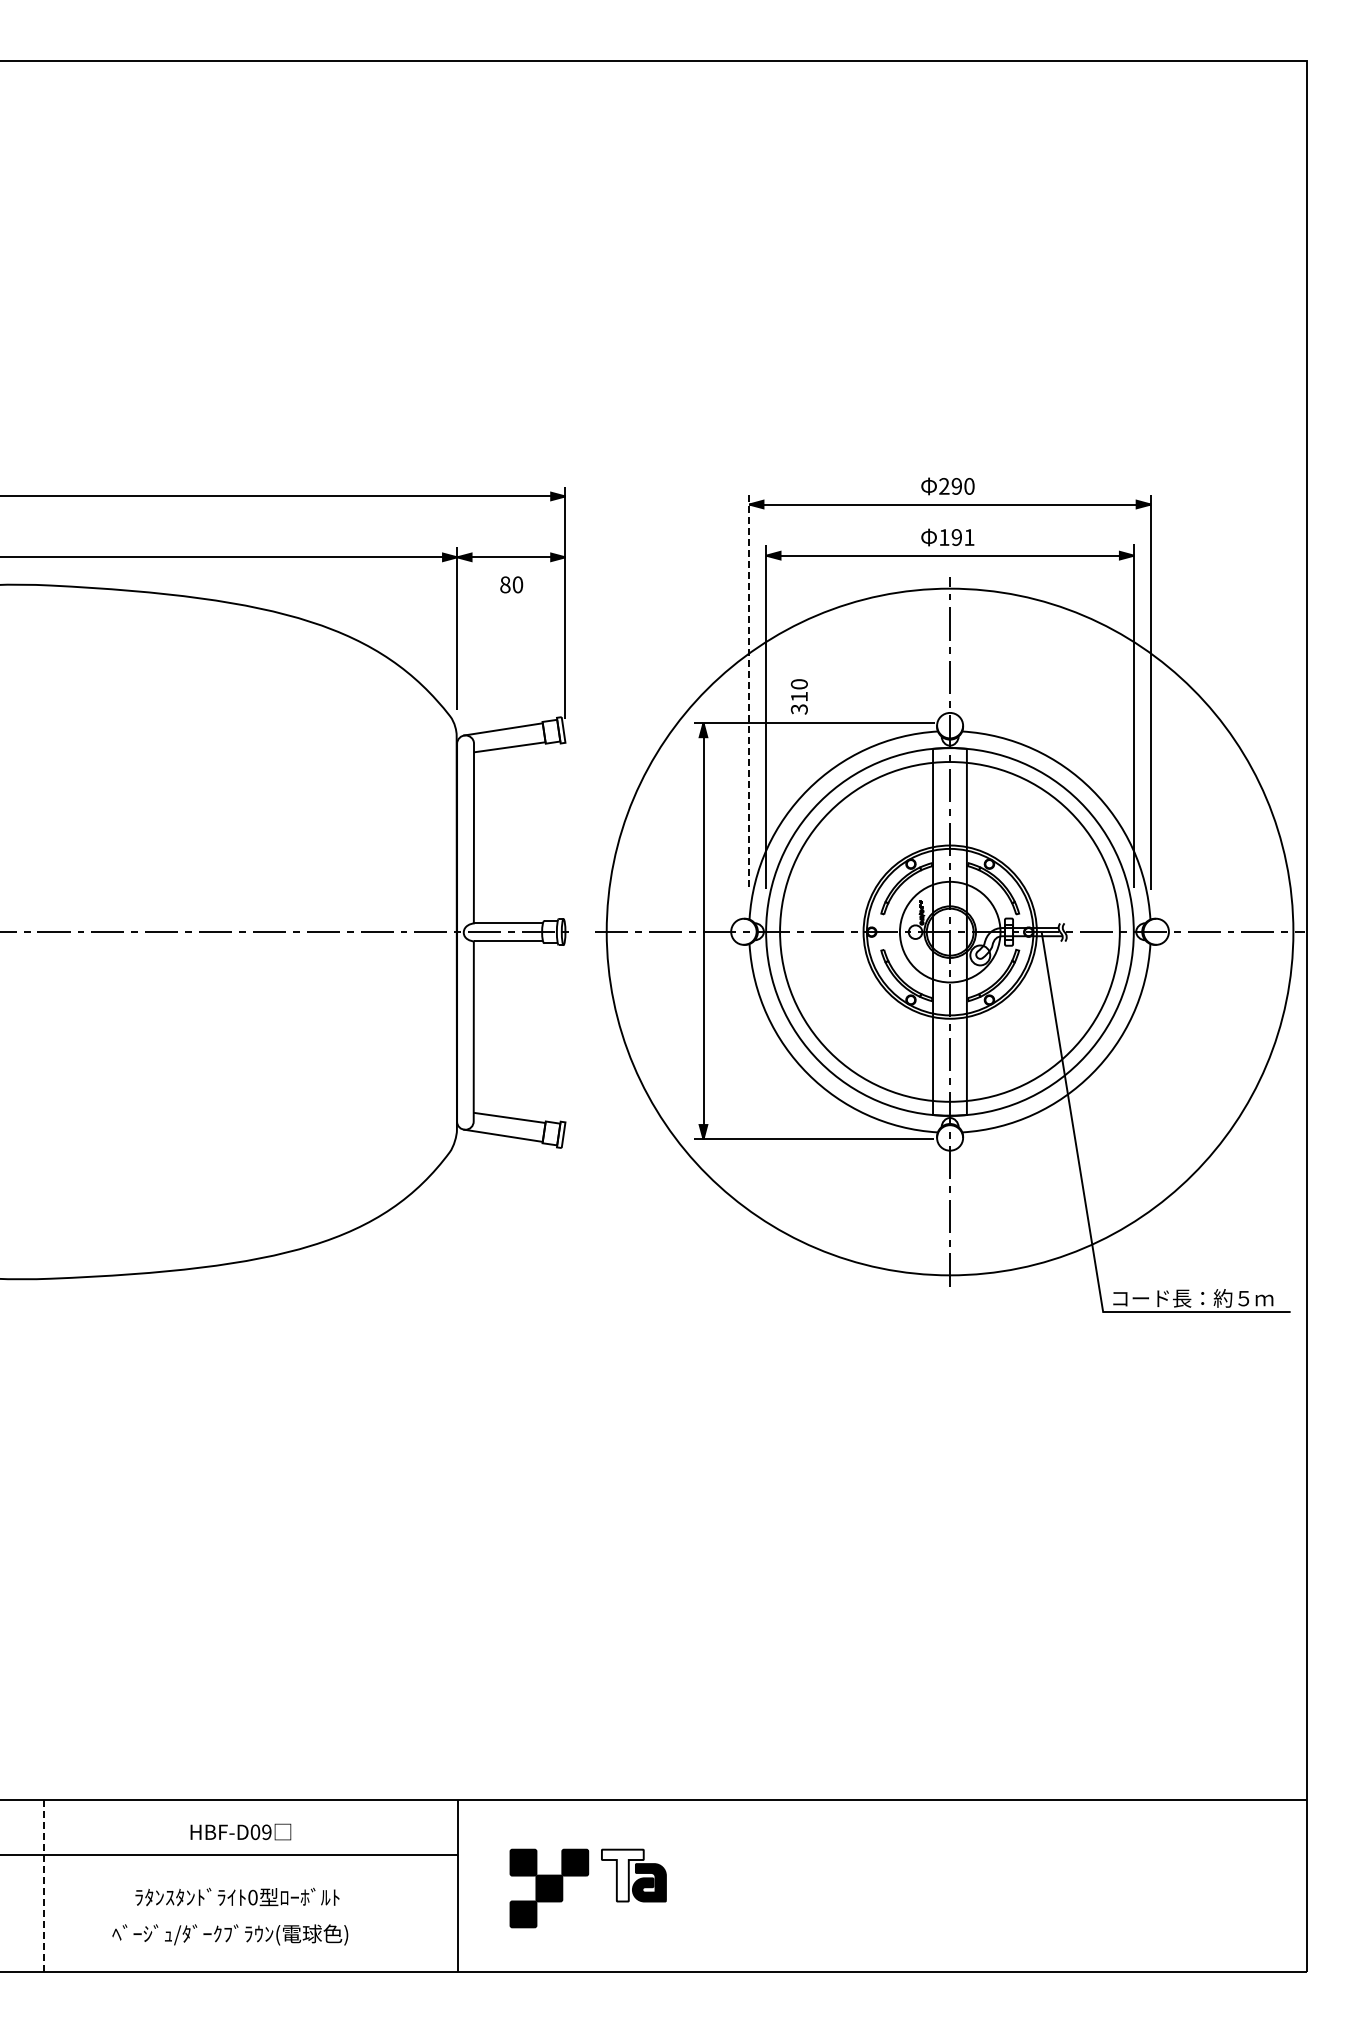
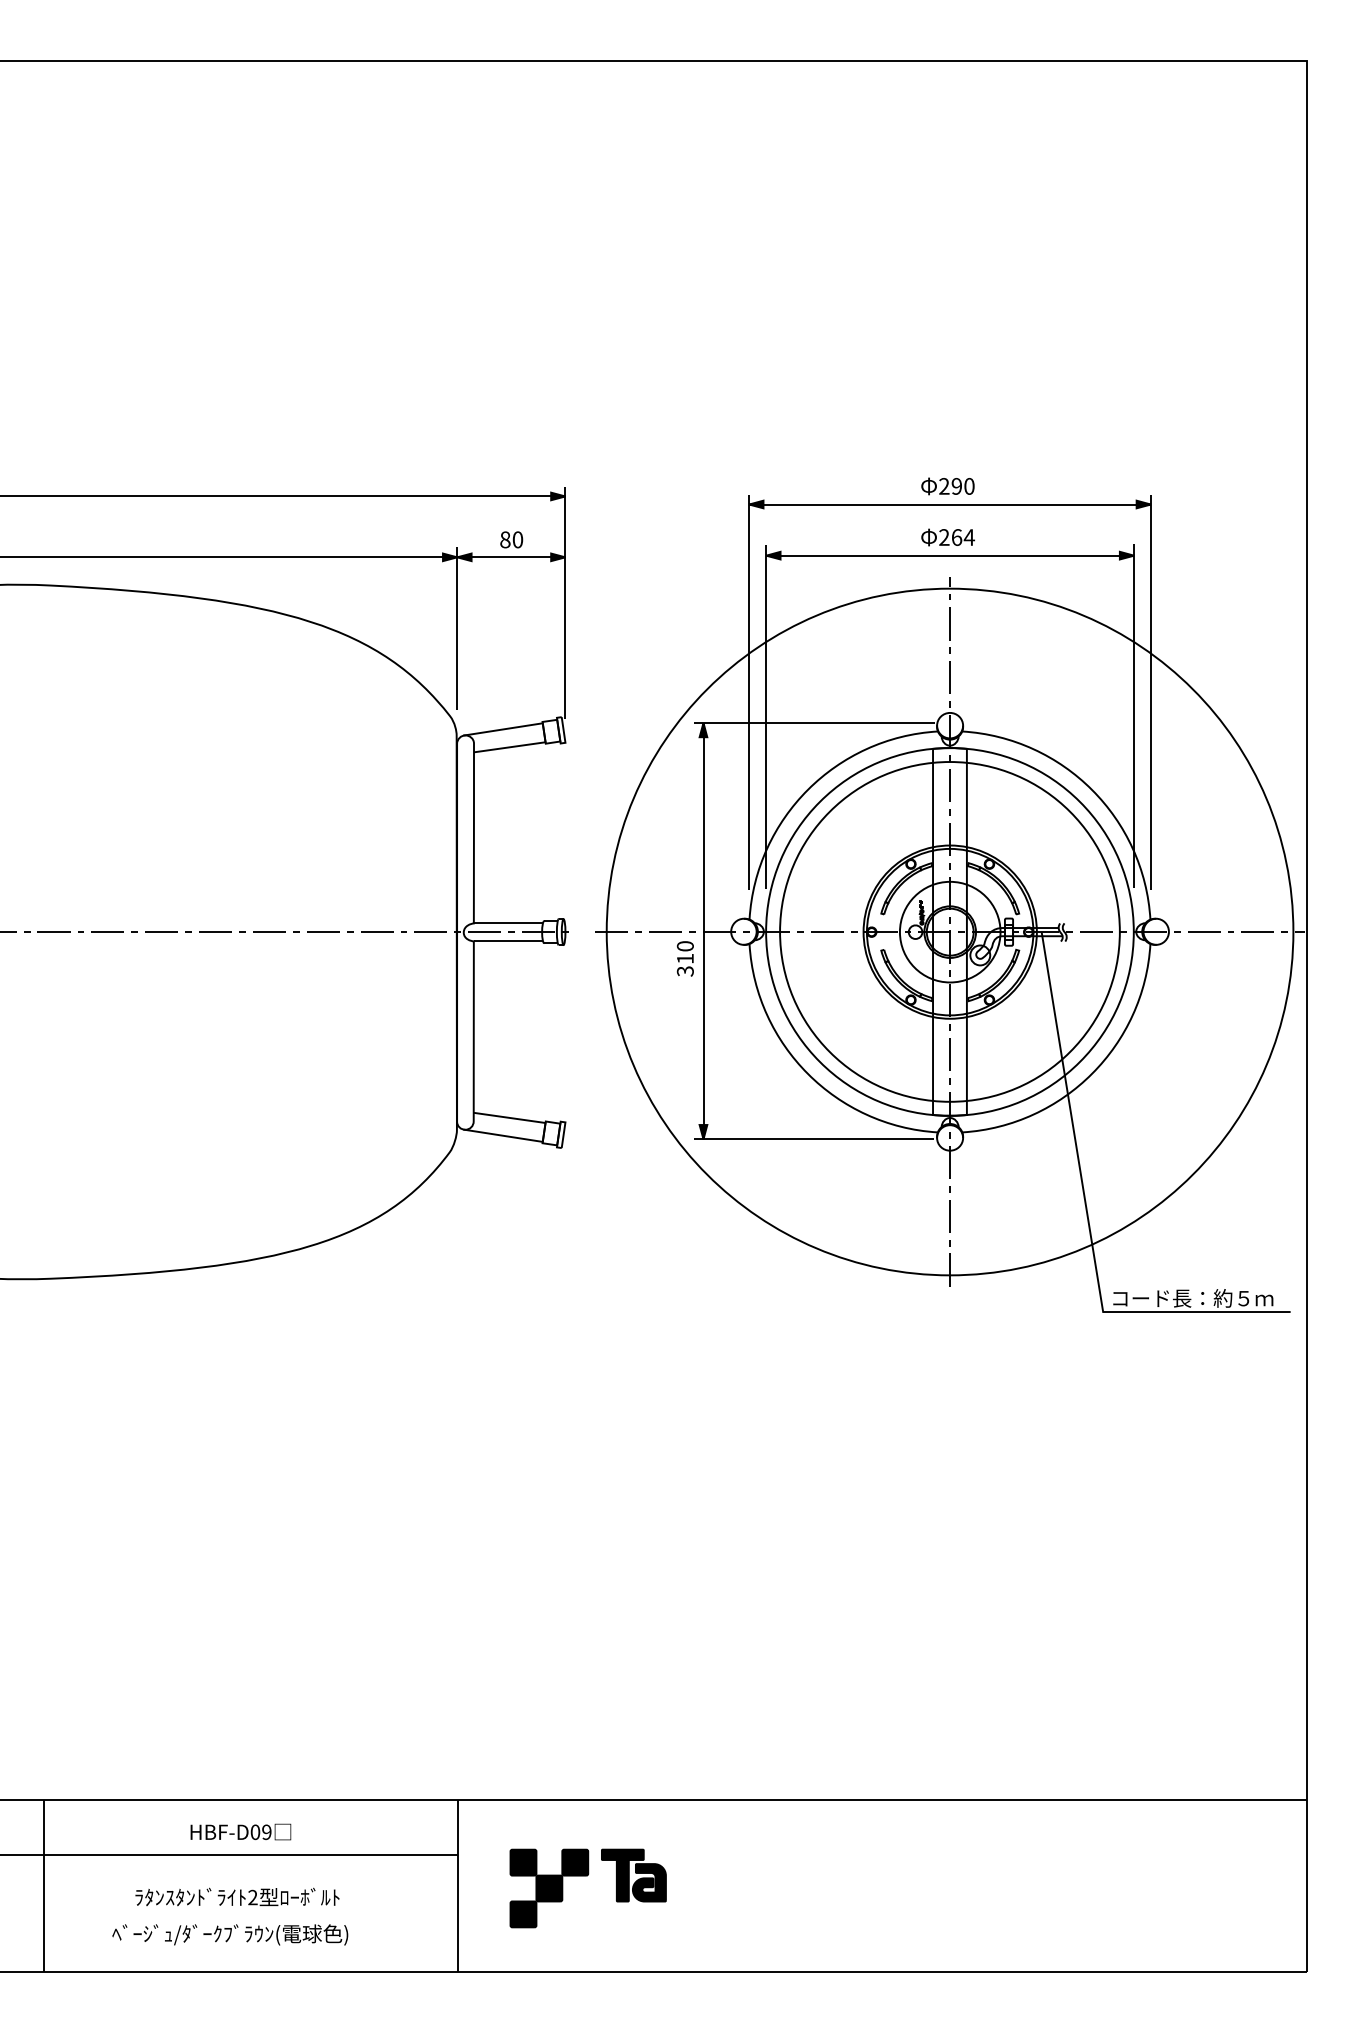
text at (957, 537): 191 -> 264
text at (511, 584) position: (511, 584) -> (511, 539)
line at (749, 692): dashed -> solid
text at (798, 696) position: (798, 696) -> (684, 958)
fill at (622, 1875): none -> present
line at (43, 1886): dashed -> solid
text at (252, 1897): 0 -> 2
